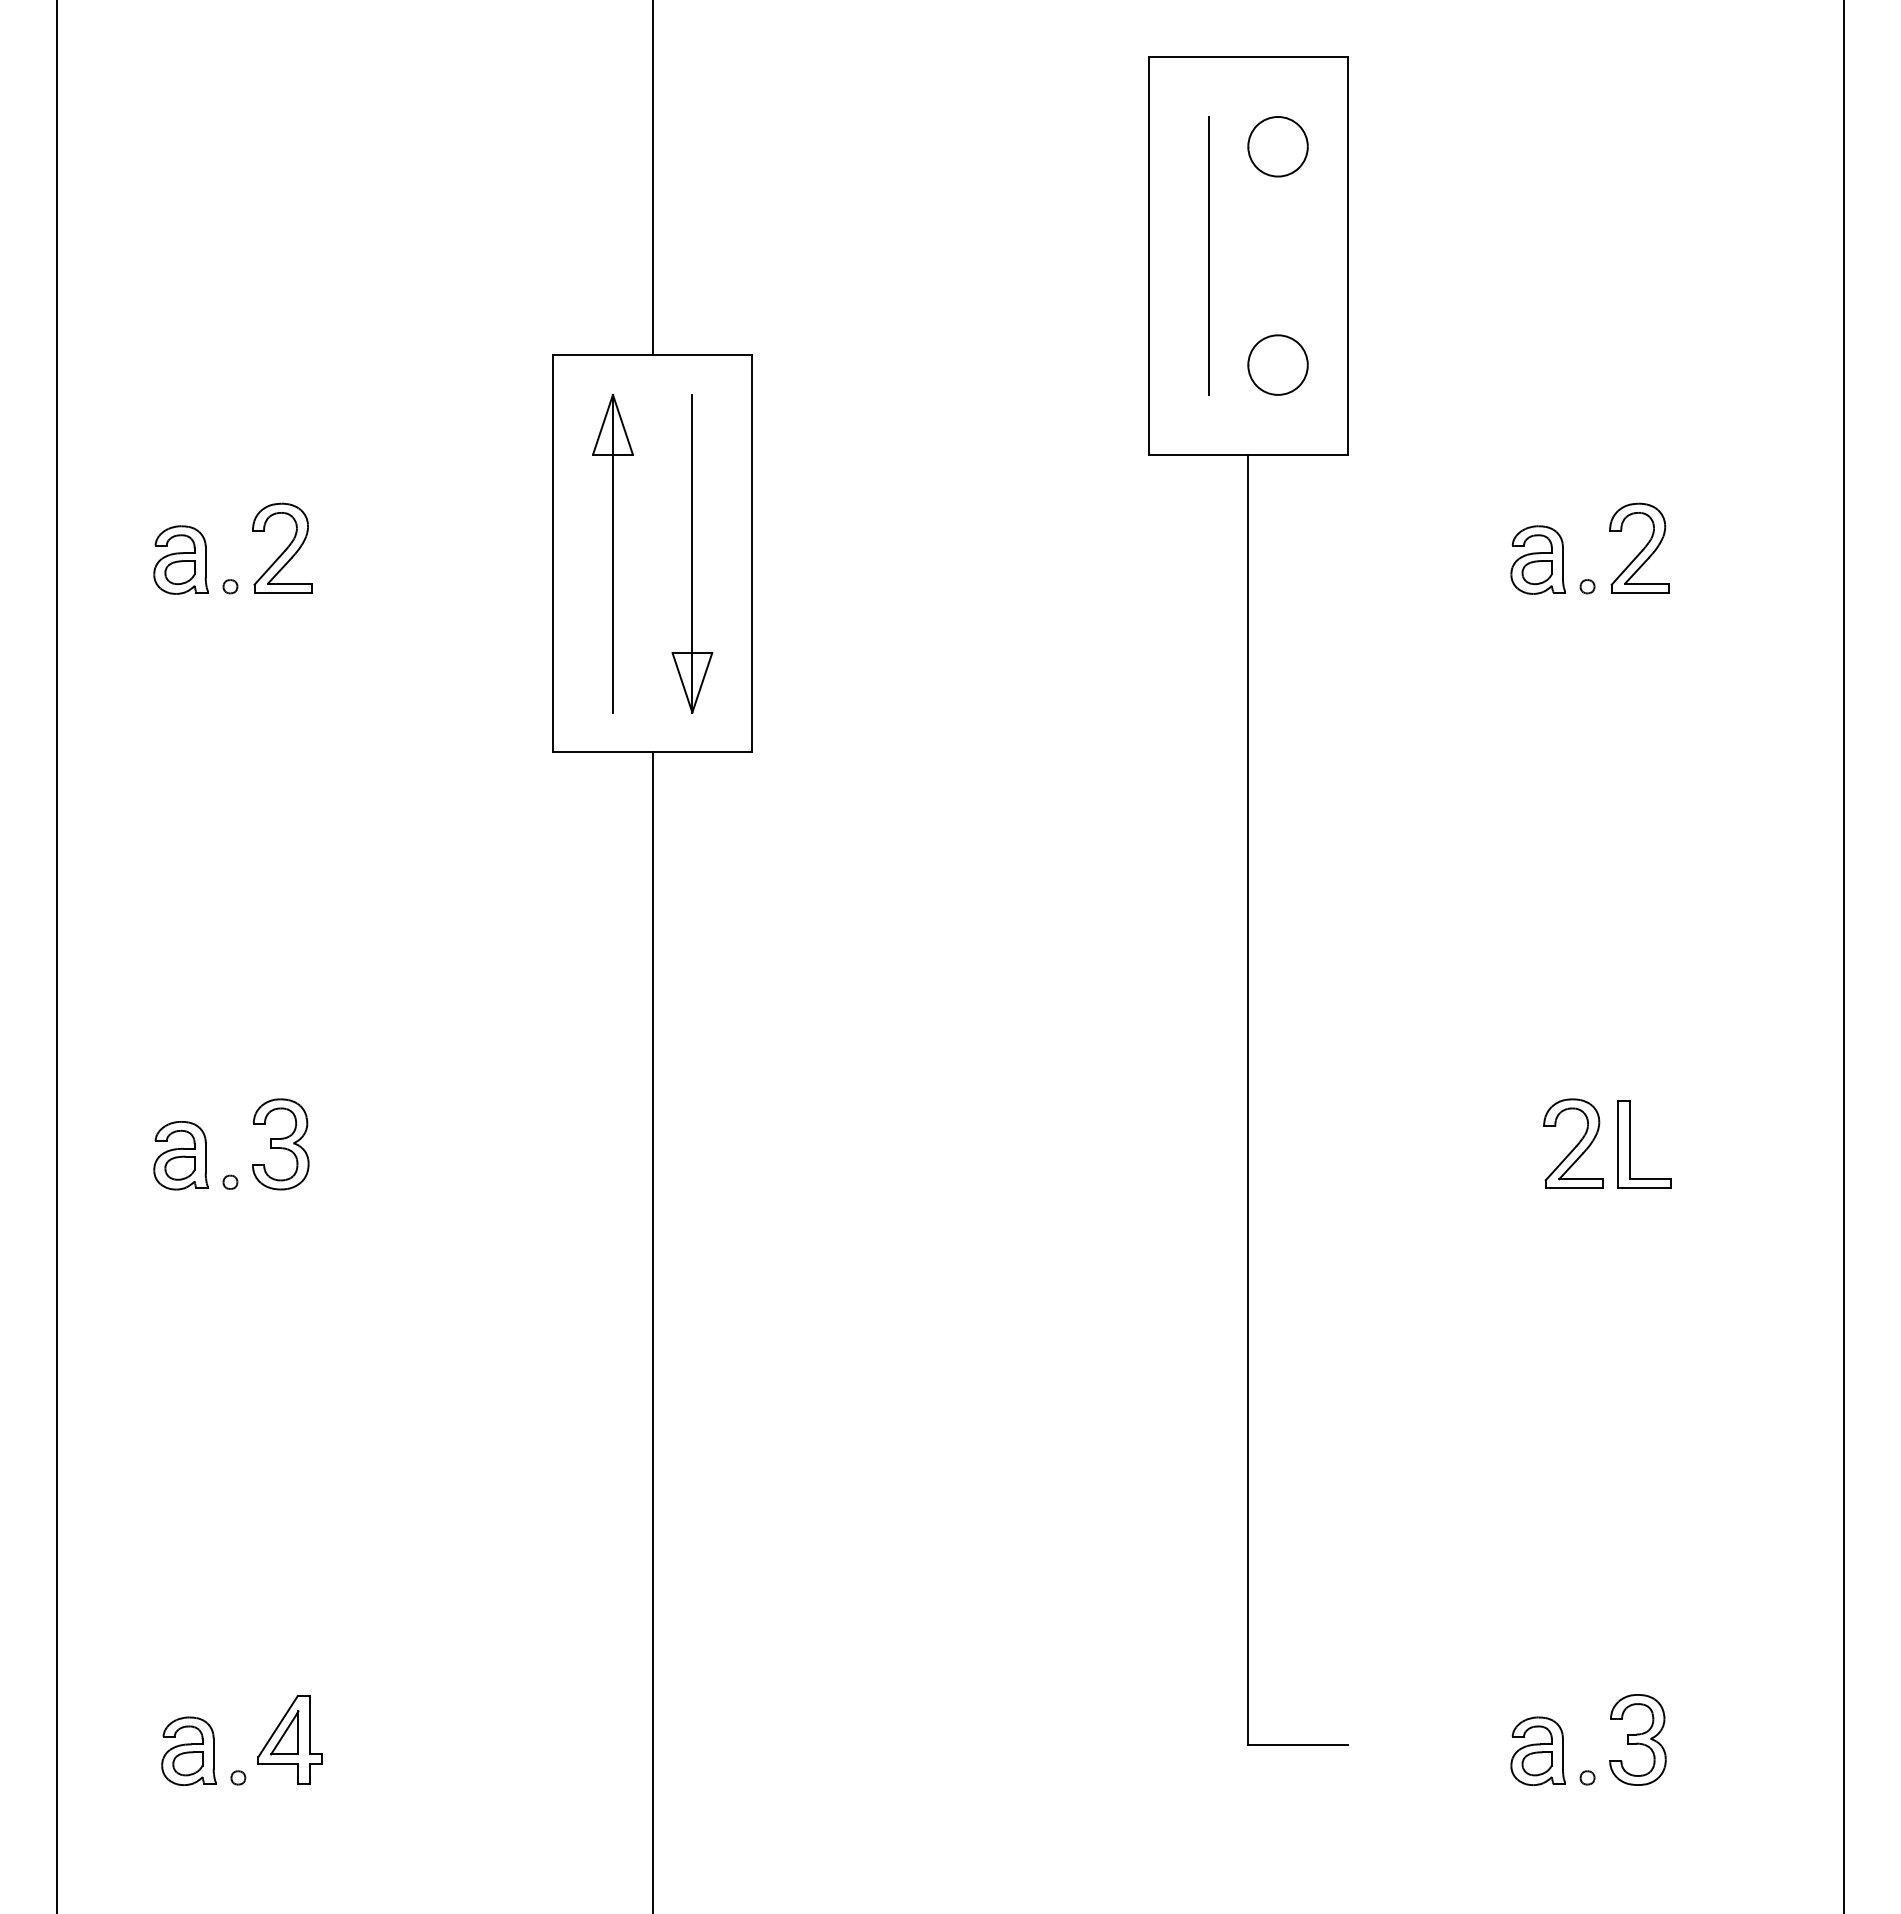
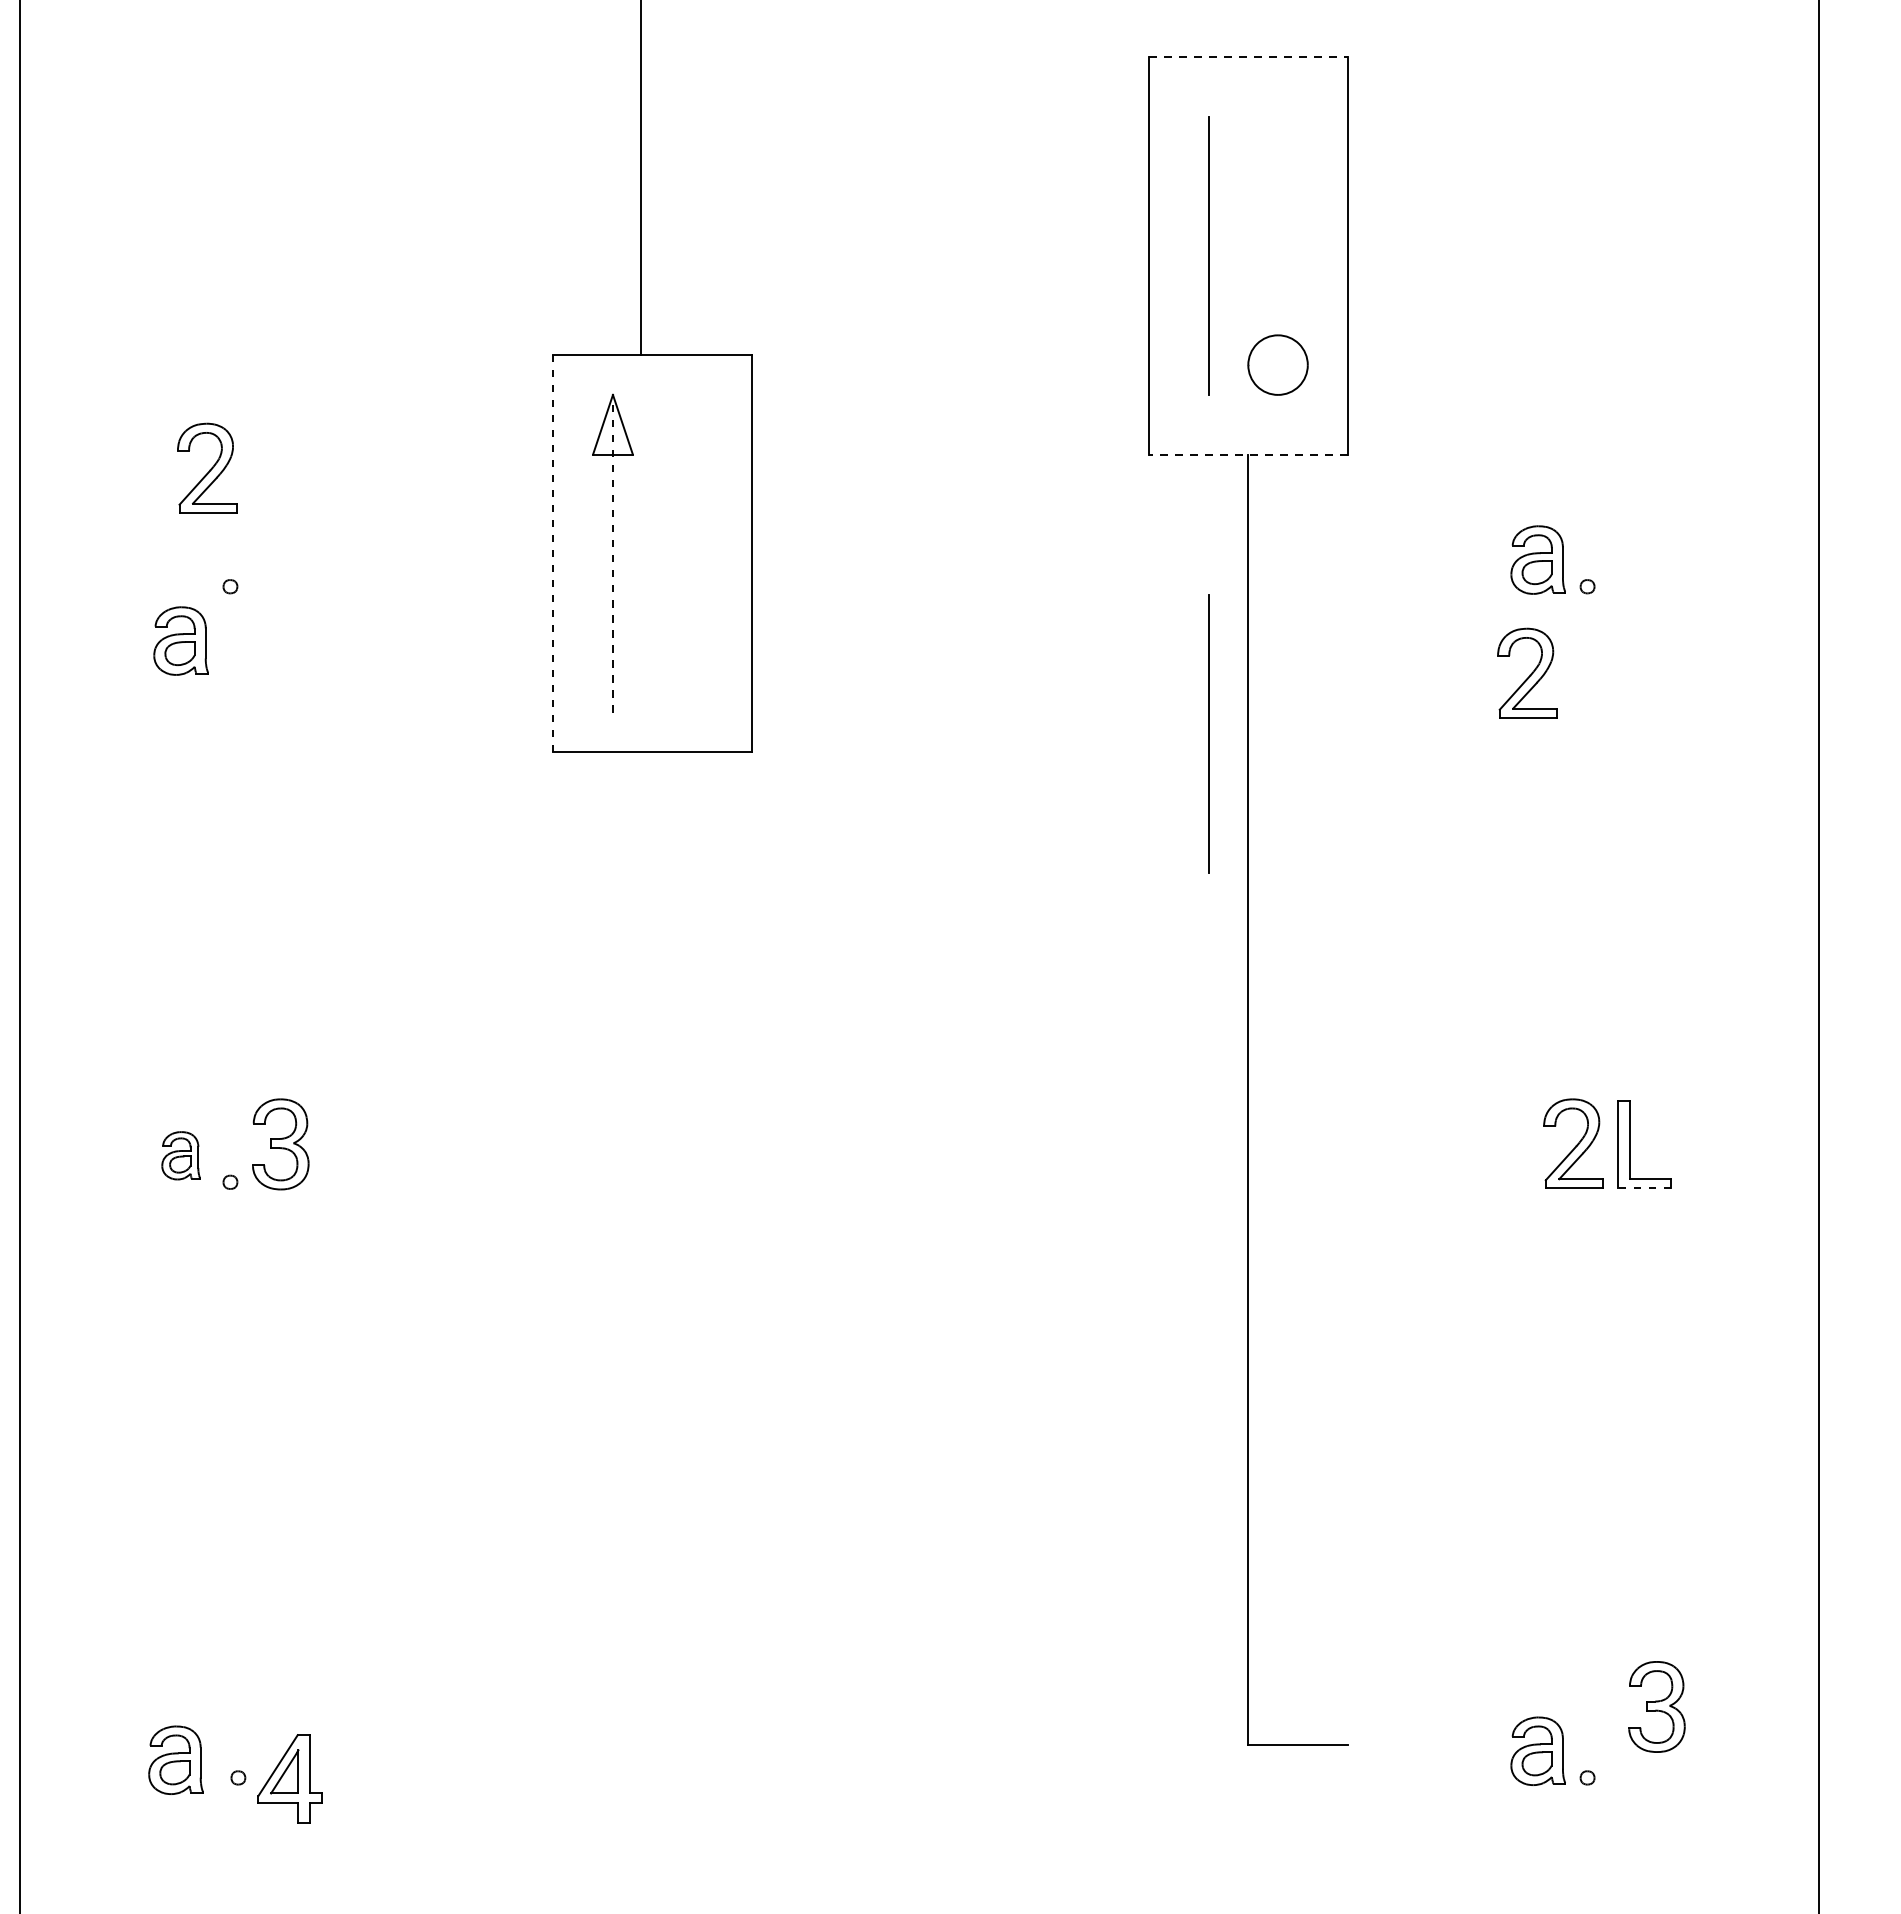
line at (1248, 57): solid -> dashed
part at (1277, 146): present -> none
line at (652, 178) position: (652, 178) -> (640, 178)
line at (1247, 454): solid -> dashed
part at (282, 547) position: (282, 547) -> (207, 467)
part at (1639, 547) position: (1639, 547) -> (1527, 672)
line at (553, 553): solid -> dashed
line at (612, 553): solid -> dashed
part at (692, 553): present -> none
part at (180, 559) position: (180, 559) -> (180, 640)
line at (1208, 733): none -> present
line at (57, 956) position: (57, 956) -> (20, 956)
line at (1843, 956) position: (1843, 956) -> (1818, 956)
part at (180, 1155) size: 56x70 px -> 40x50 px
line at (1644, 1188): solid -> dashed
line at (652, 1331): present -> none
part at (289, 1739) position: (289, 1739) -> (289, 1778)
part at (1637, 1739) position: (1637, 1739) -> (1656, 1706)
part at (188, 1750) position: (188, 1750) -> (175, 1759)
